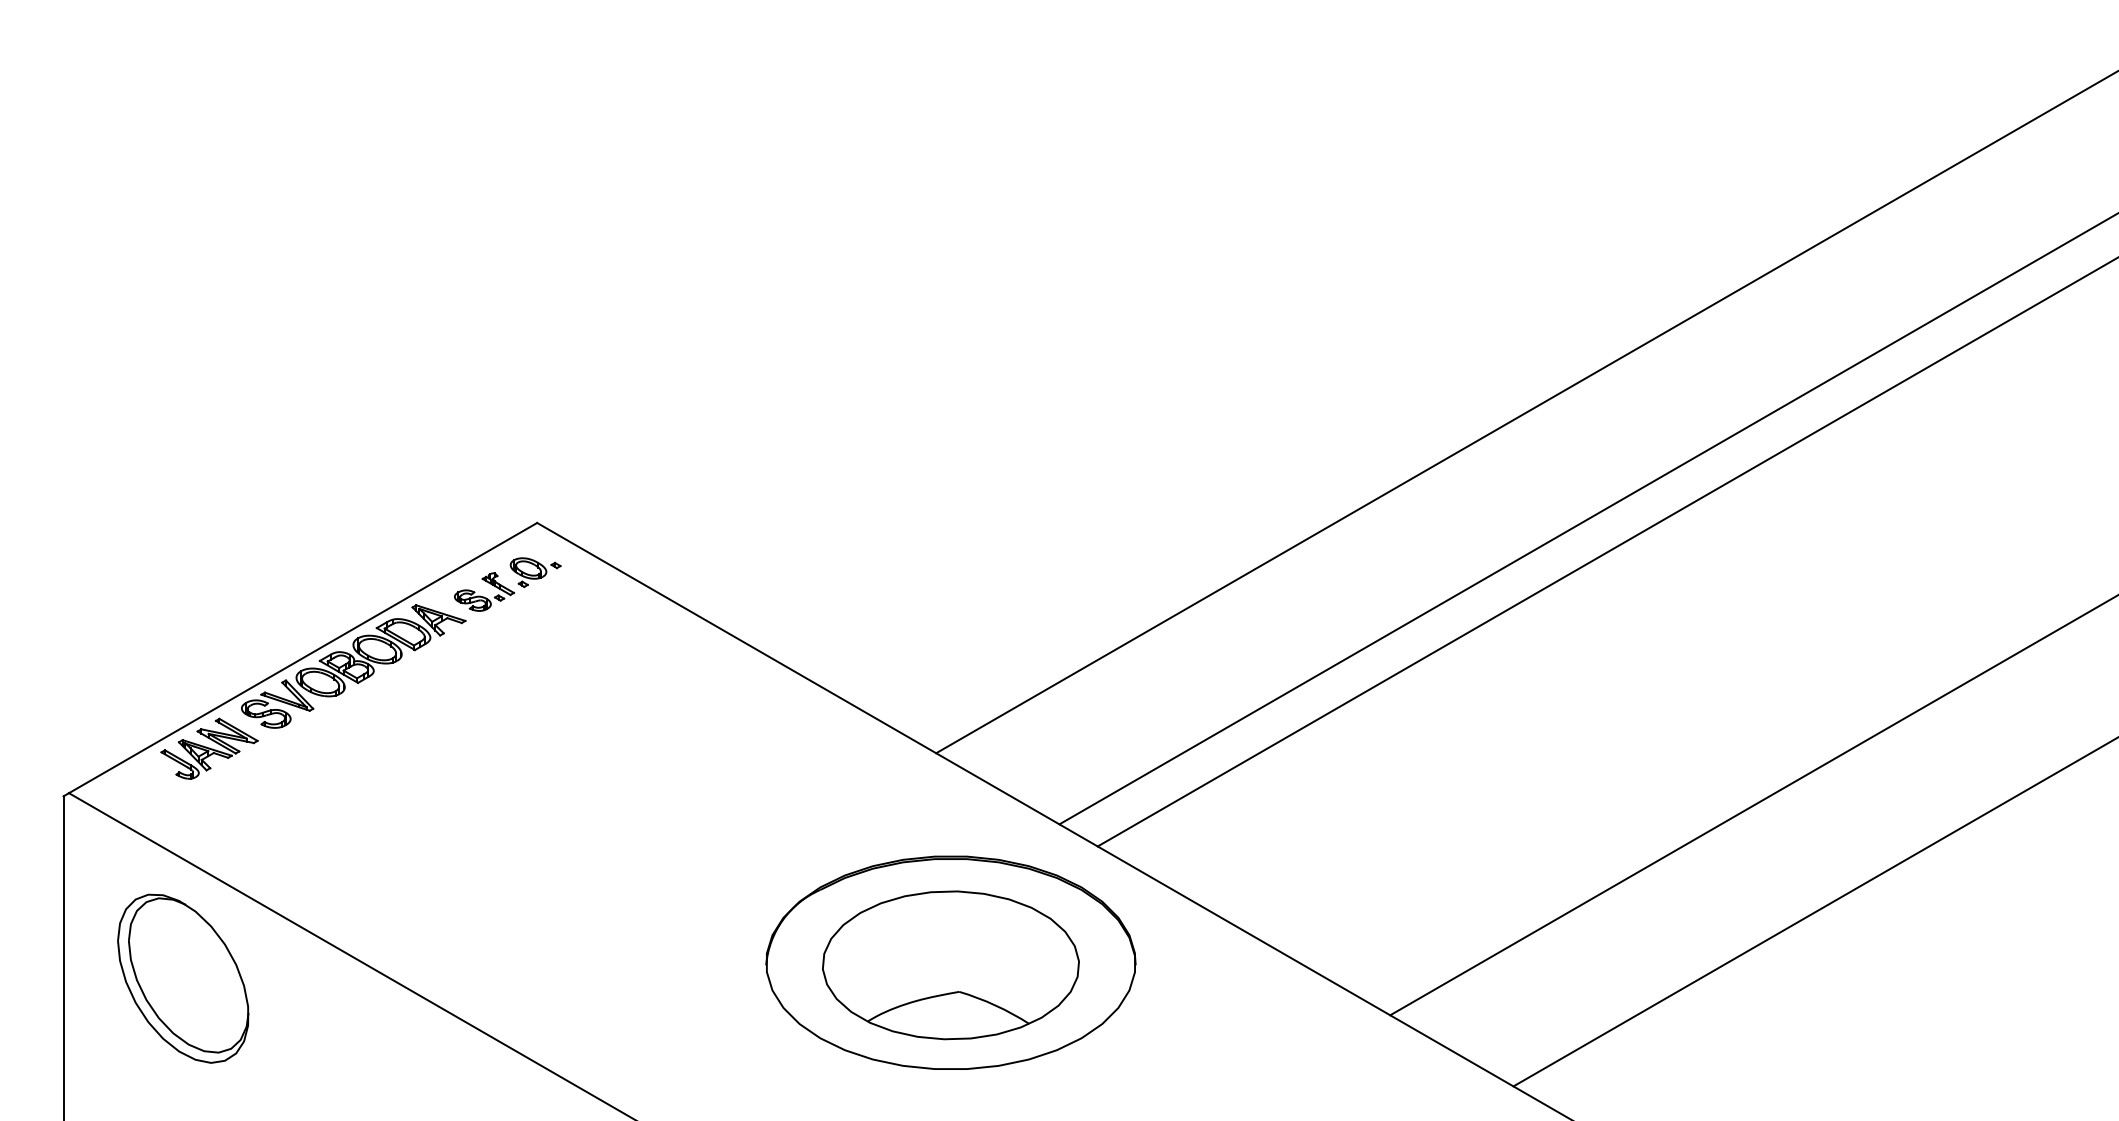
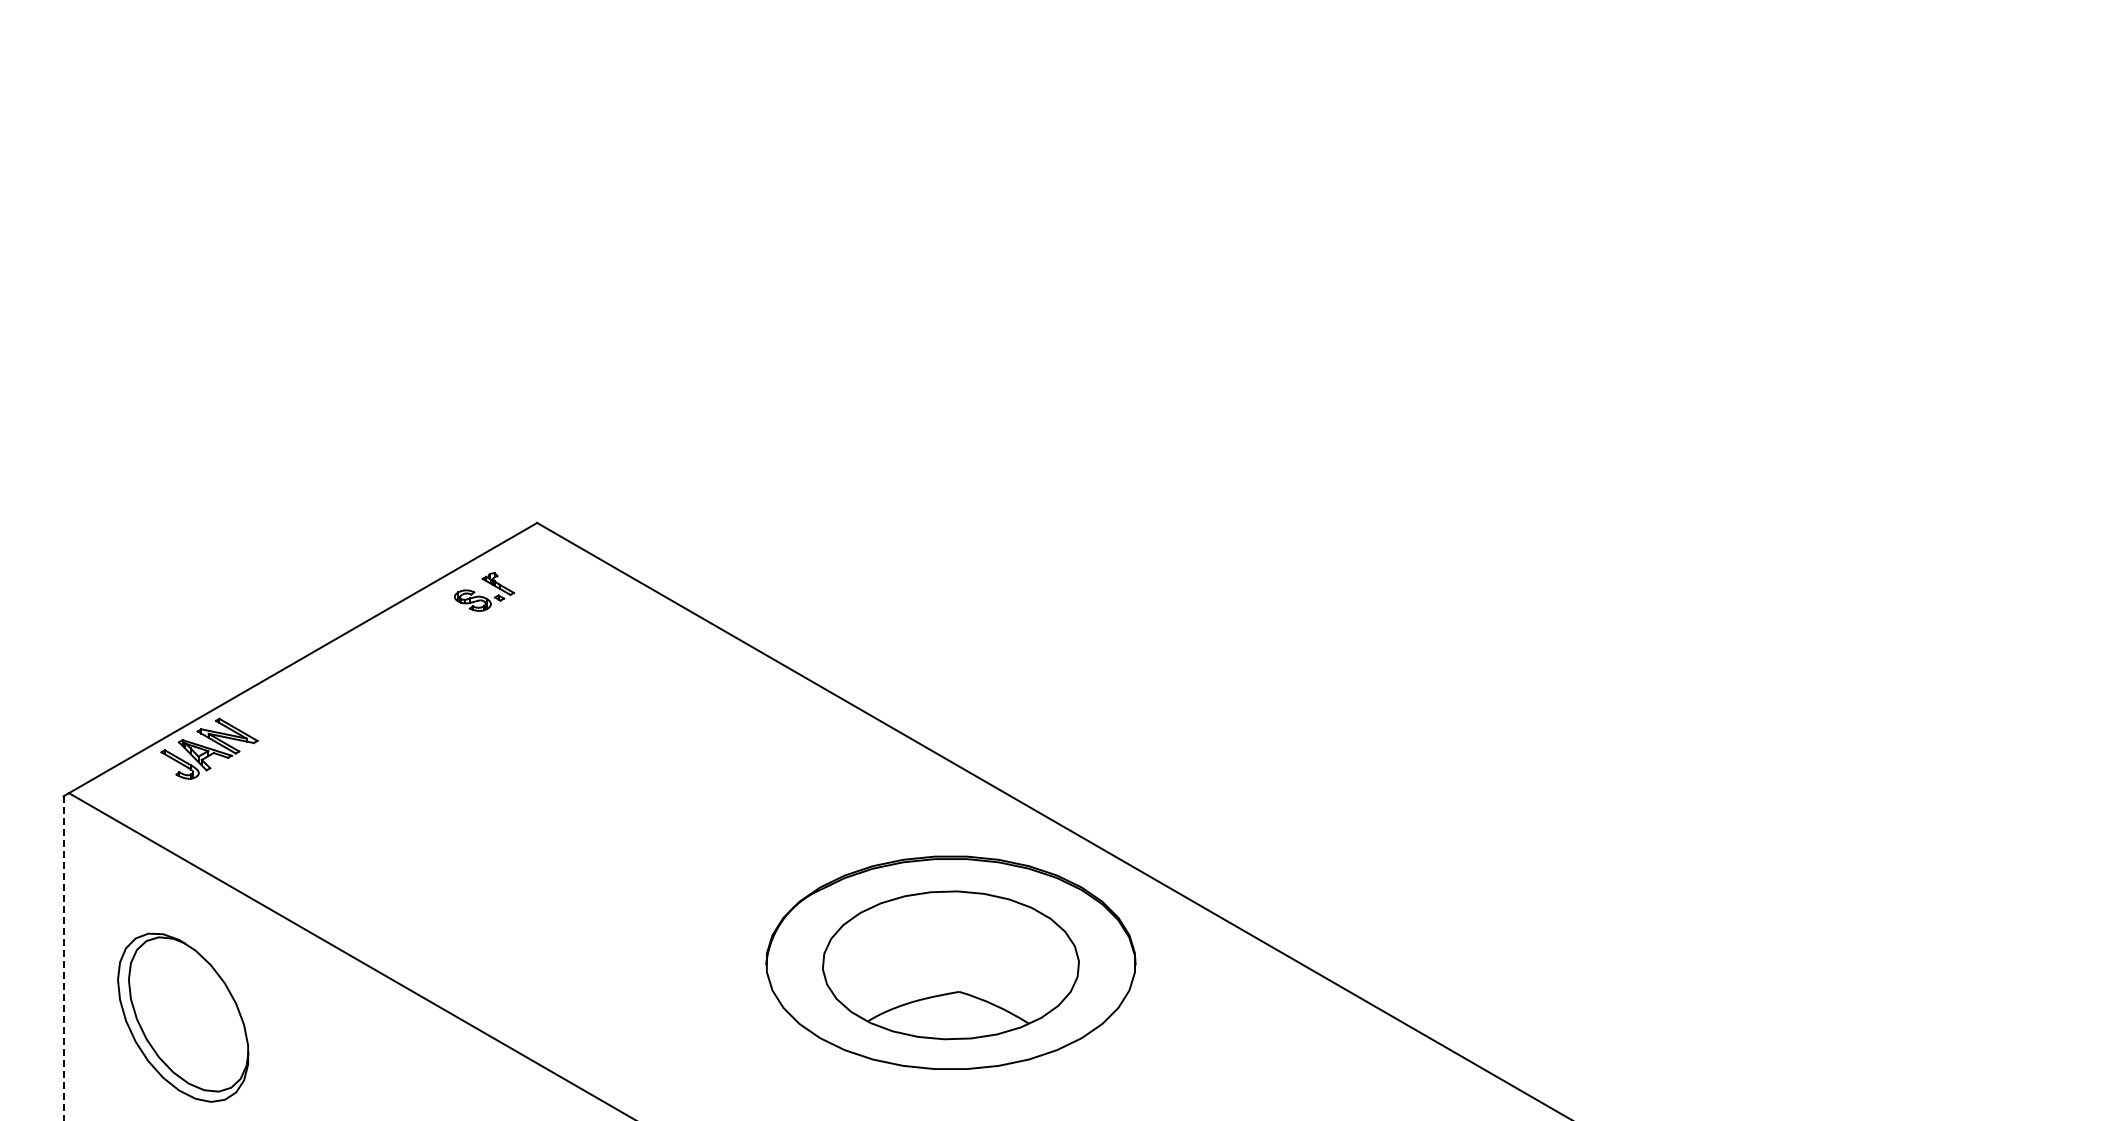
line at (1525, 412): present -> none
line at (1587, 519): present -> none
line at (1606, 552): present -> none
part at (535, 572): present -> none
part at (353, 666): present -> none
line at (1752, 805): present -> none
line at (1814, 912): present -> none
line at (63, 958): solid -> dashed
part at (183, 978) position: (183, 978) -> (183, 1017)
